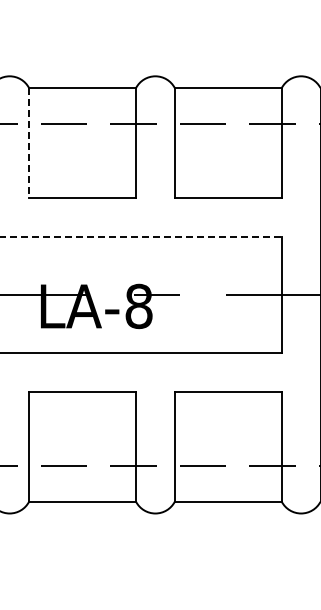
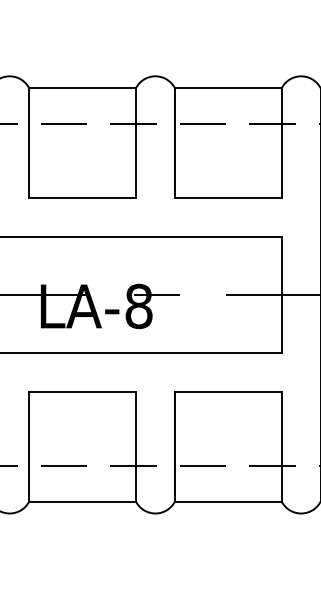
line at (29, 142): dashed -> solid
line at (141, 236): dashed -> solid
